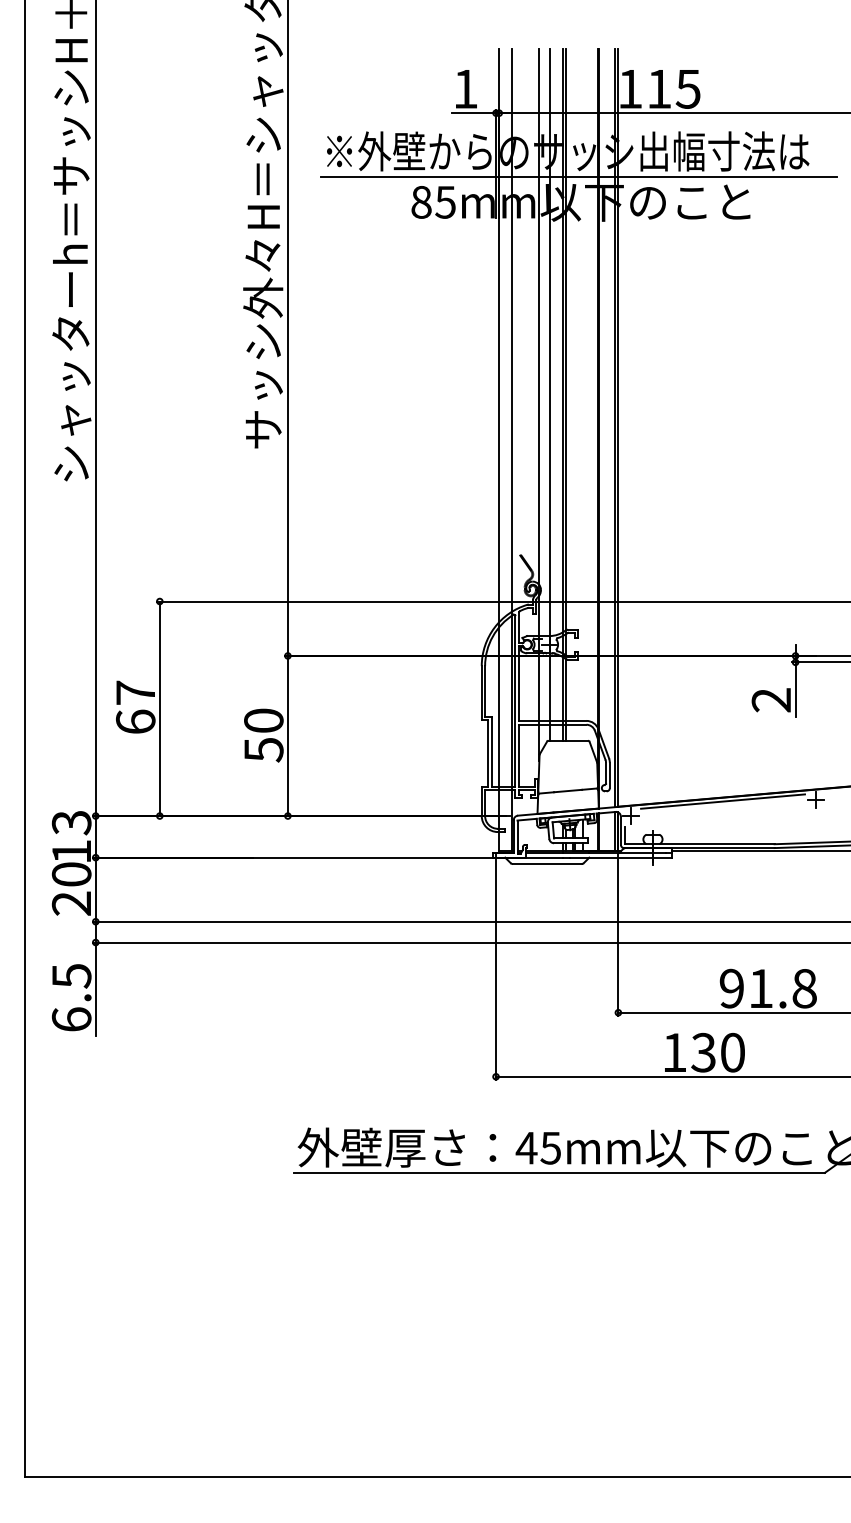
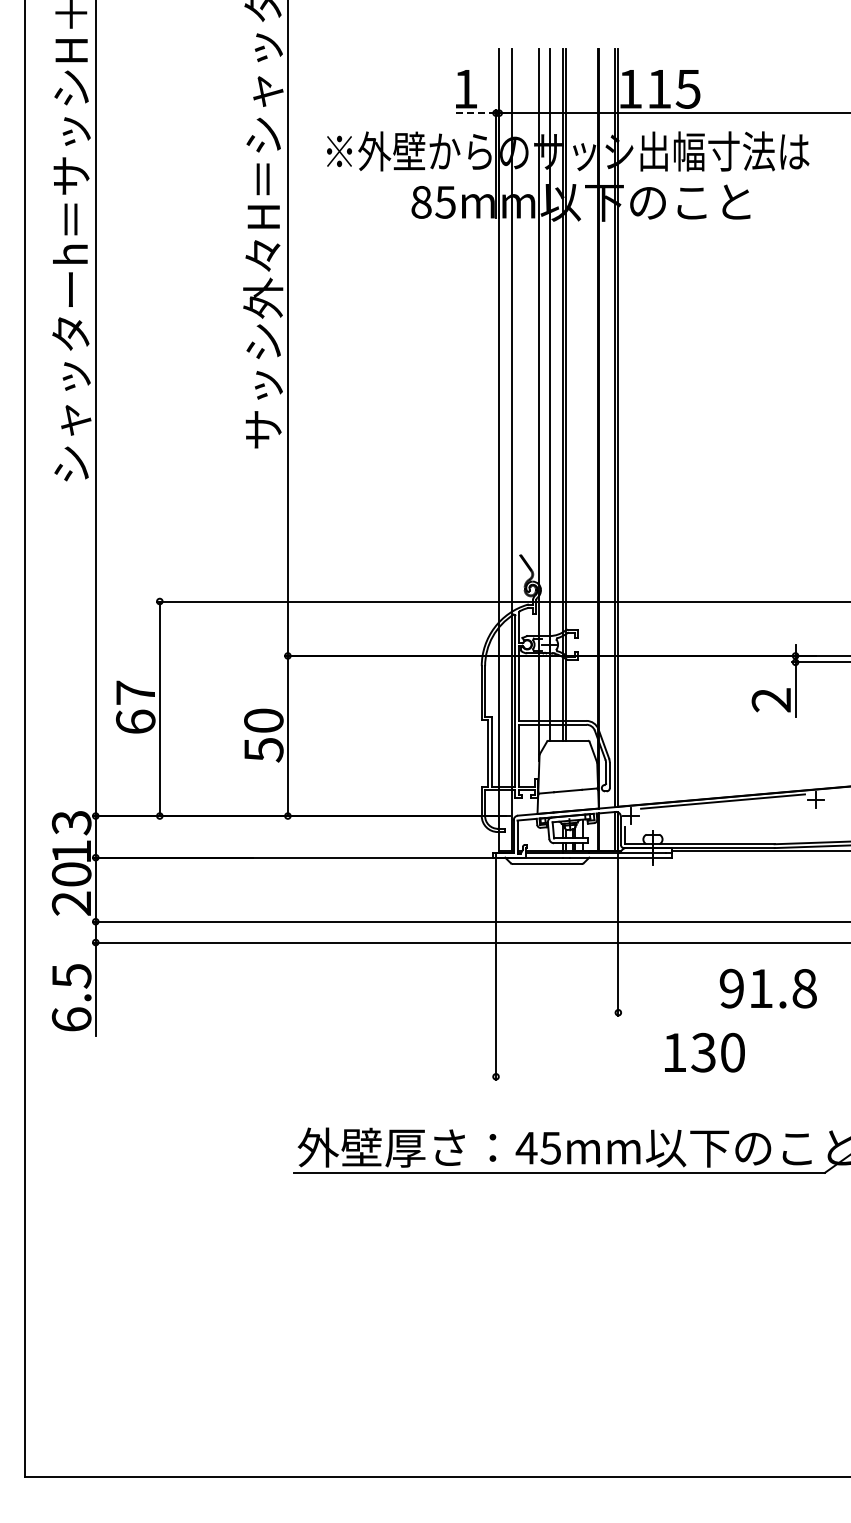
line at (474, 113): solid -> dashed
line at (578, 177): present -> none
line at (732, 1012): present -> none
line at (671, 1076): present -> none
